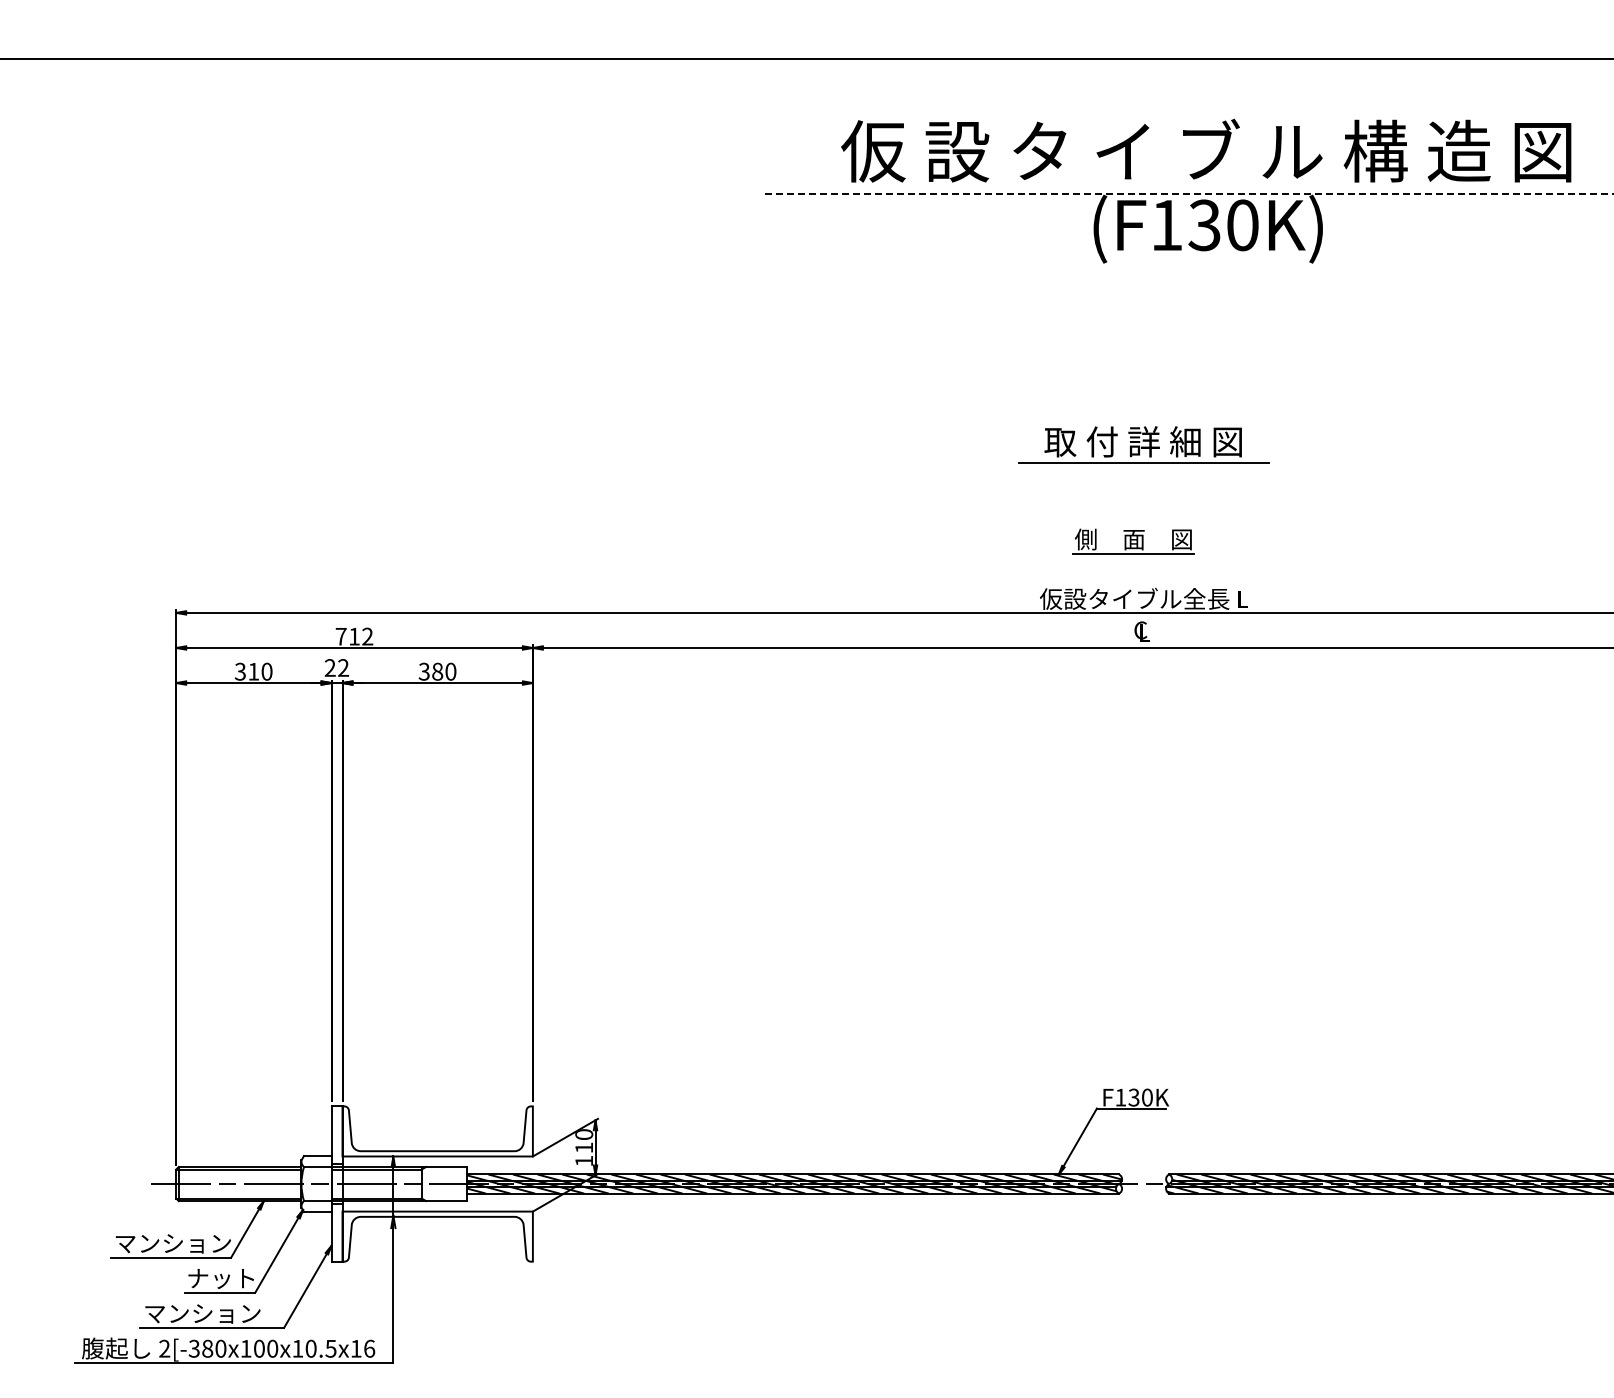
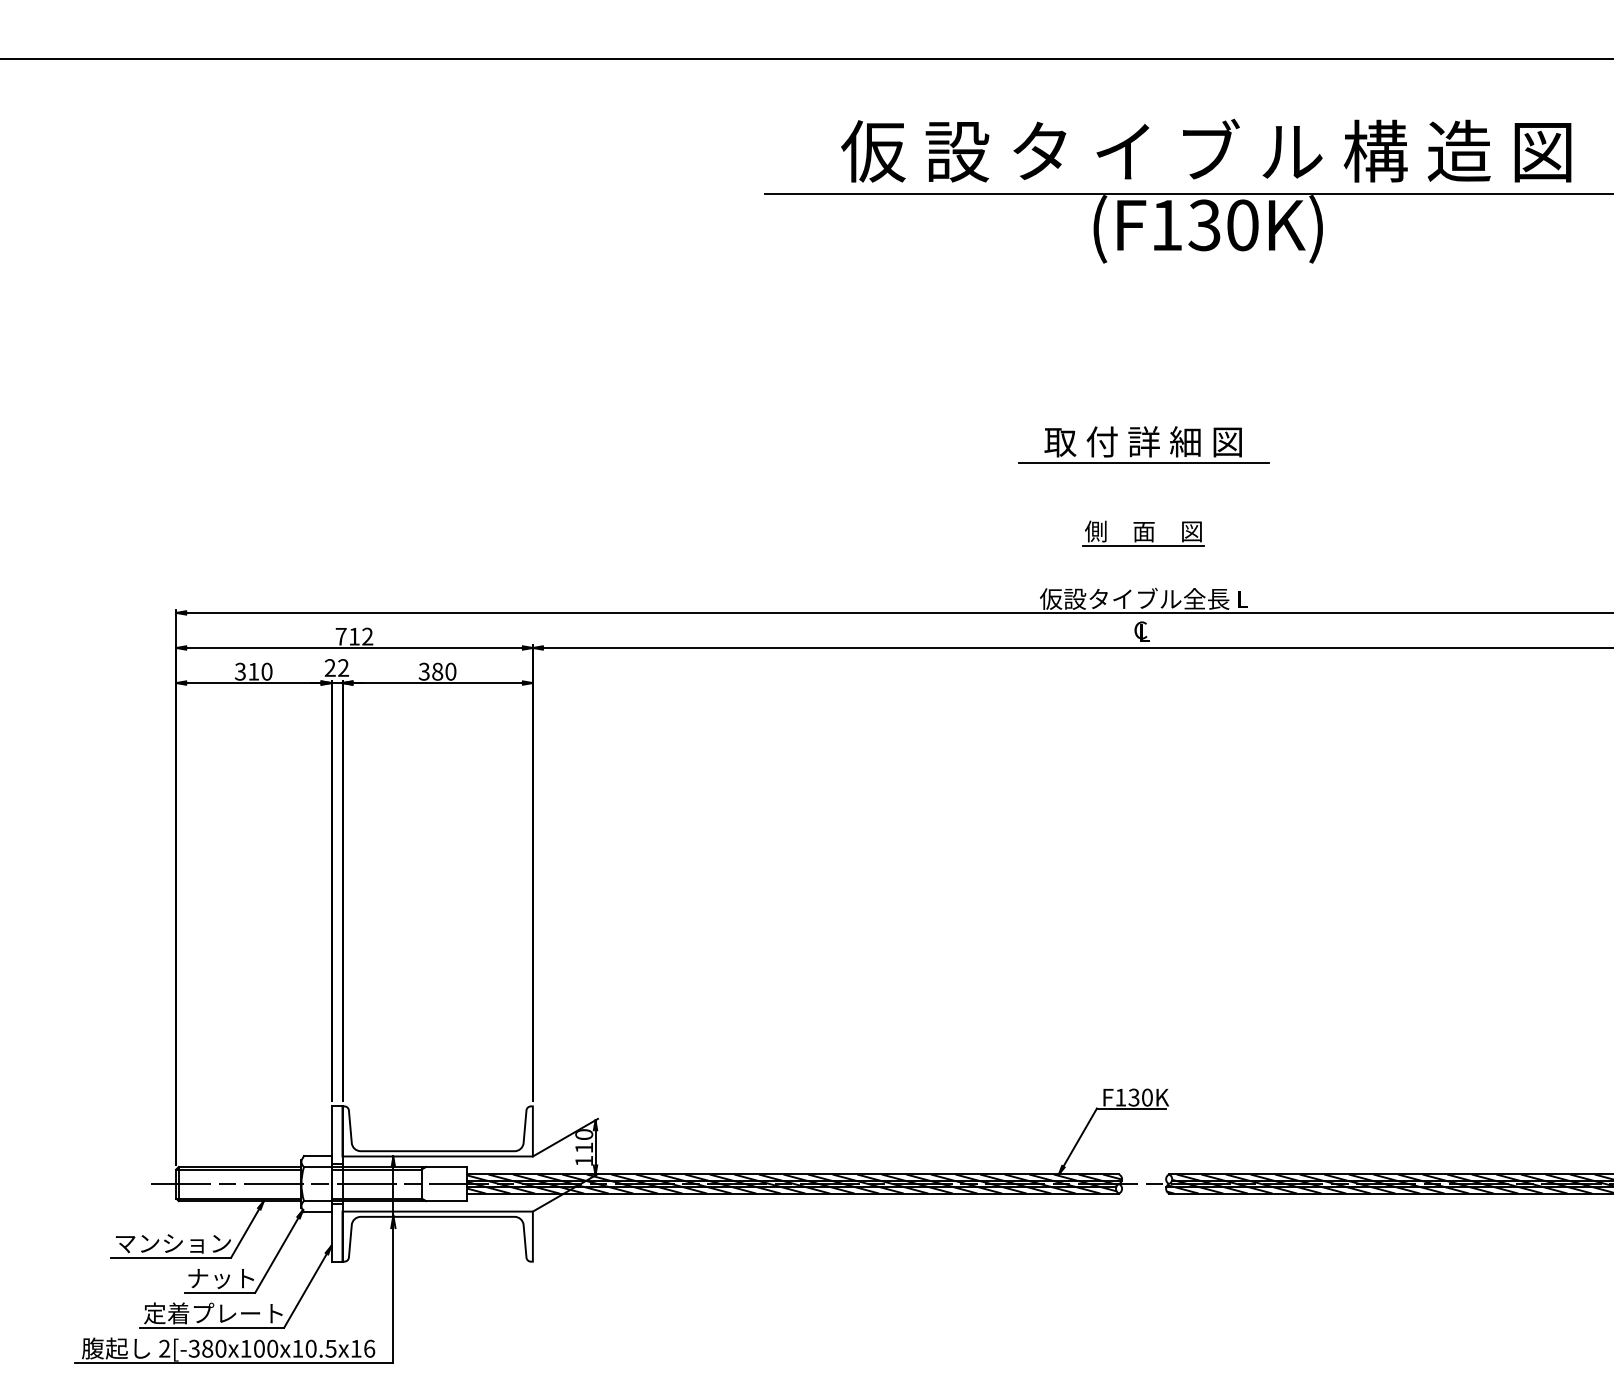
line at (1189, 194): dashed -> solid
part at (1133, 541) position: (1133, 541) -> (1143, 533)
text at (213, 1313): マンション -> 定着プレート
